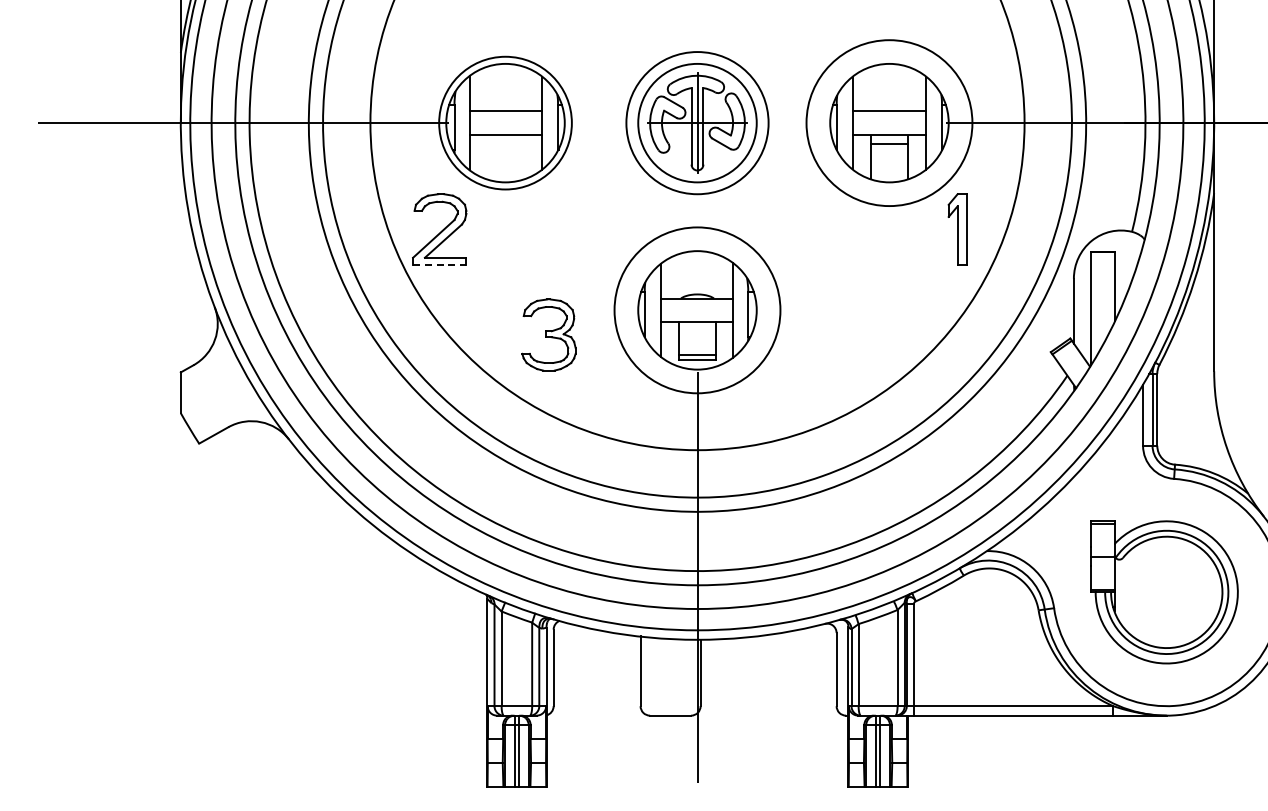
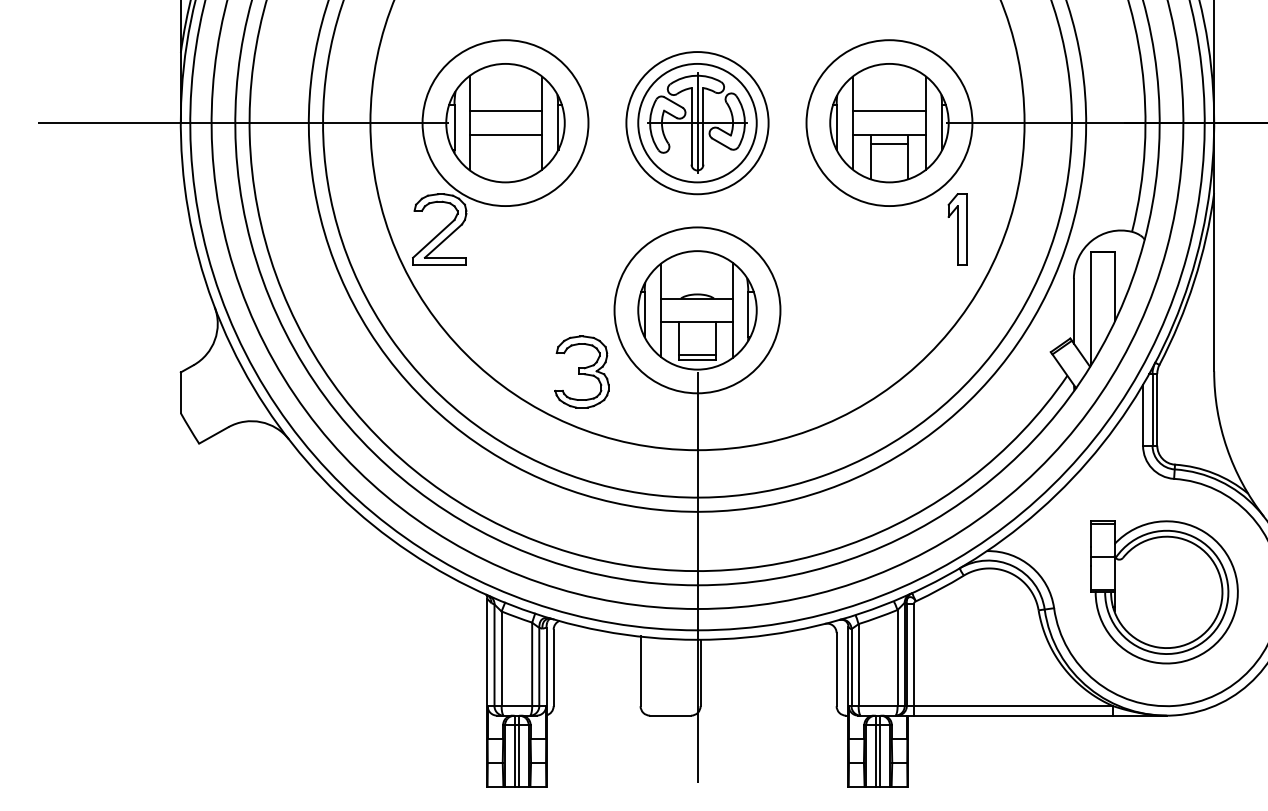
circle at (505, 122) diameter: 133 px -> 166 px
line at (439, 265): dashed -> solid
part at (548, 334) position: (548, 334) -> (581, 371)
